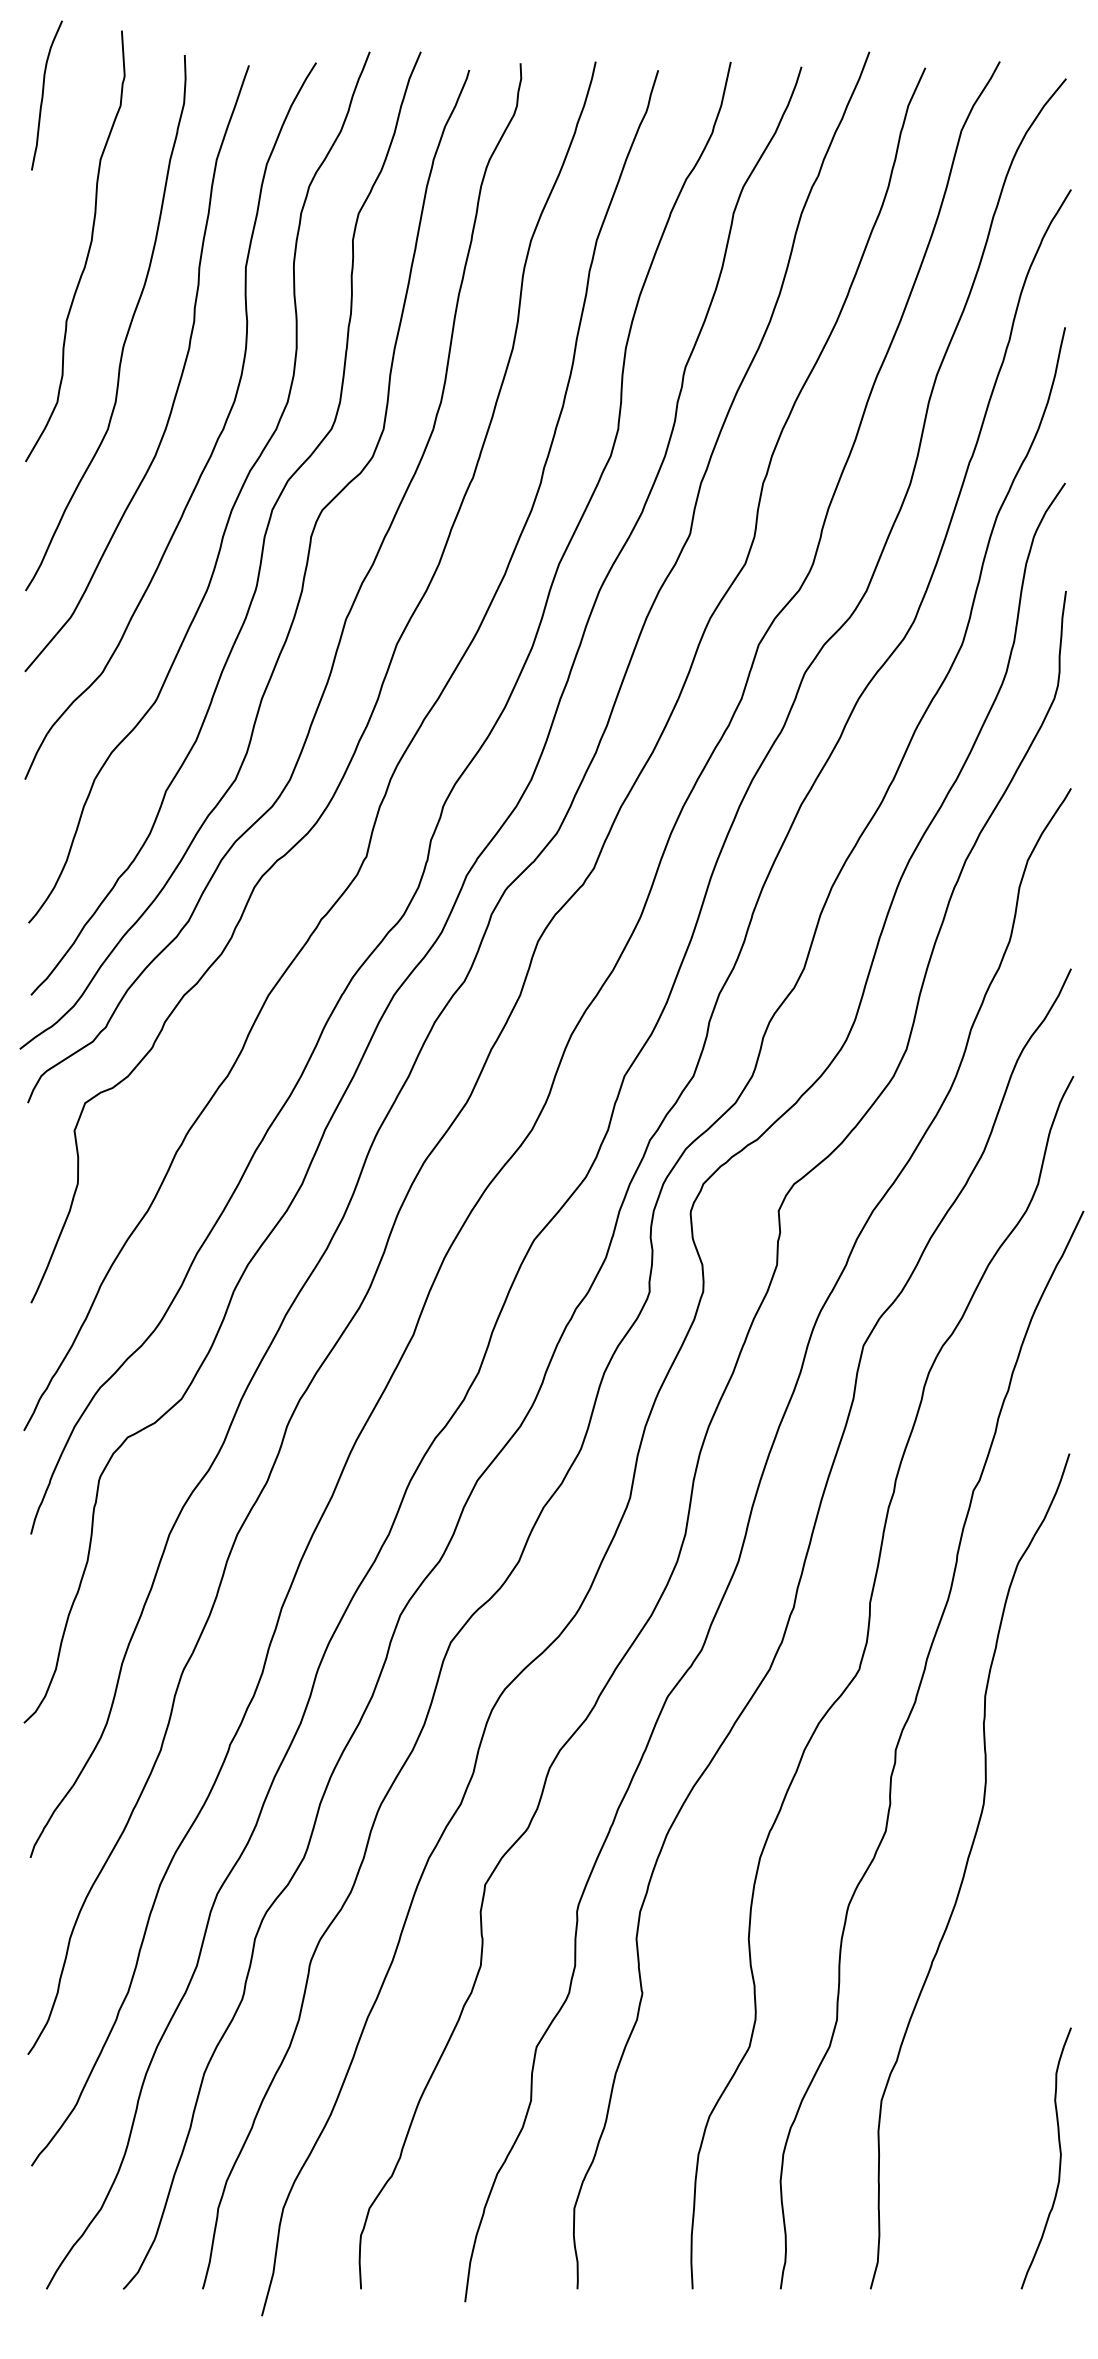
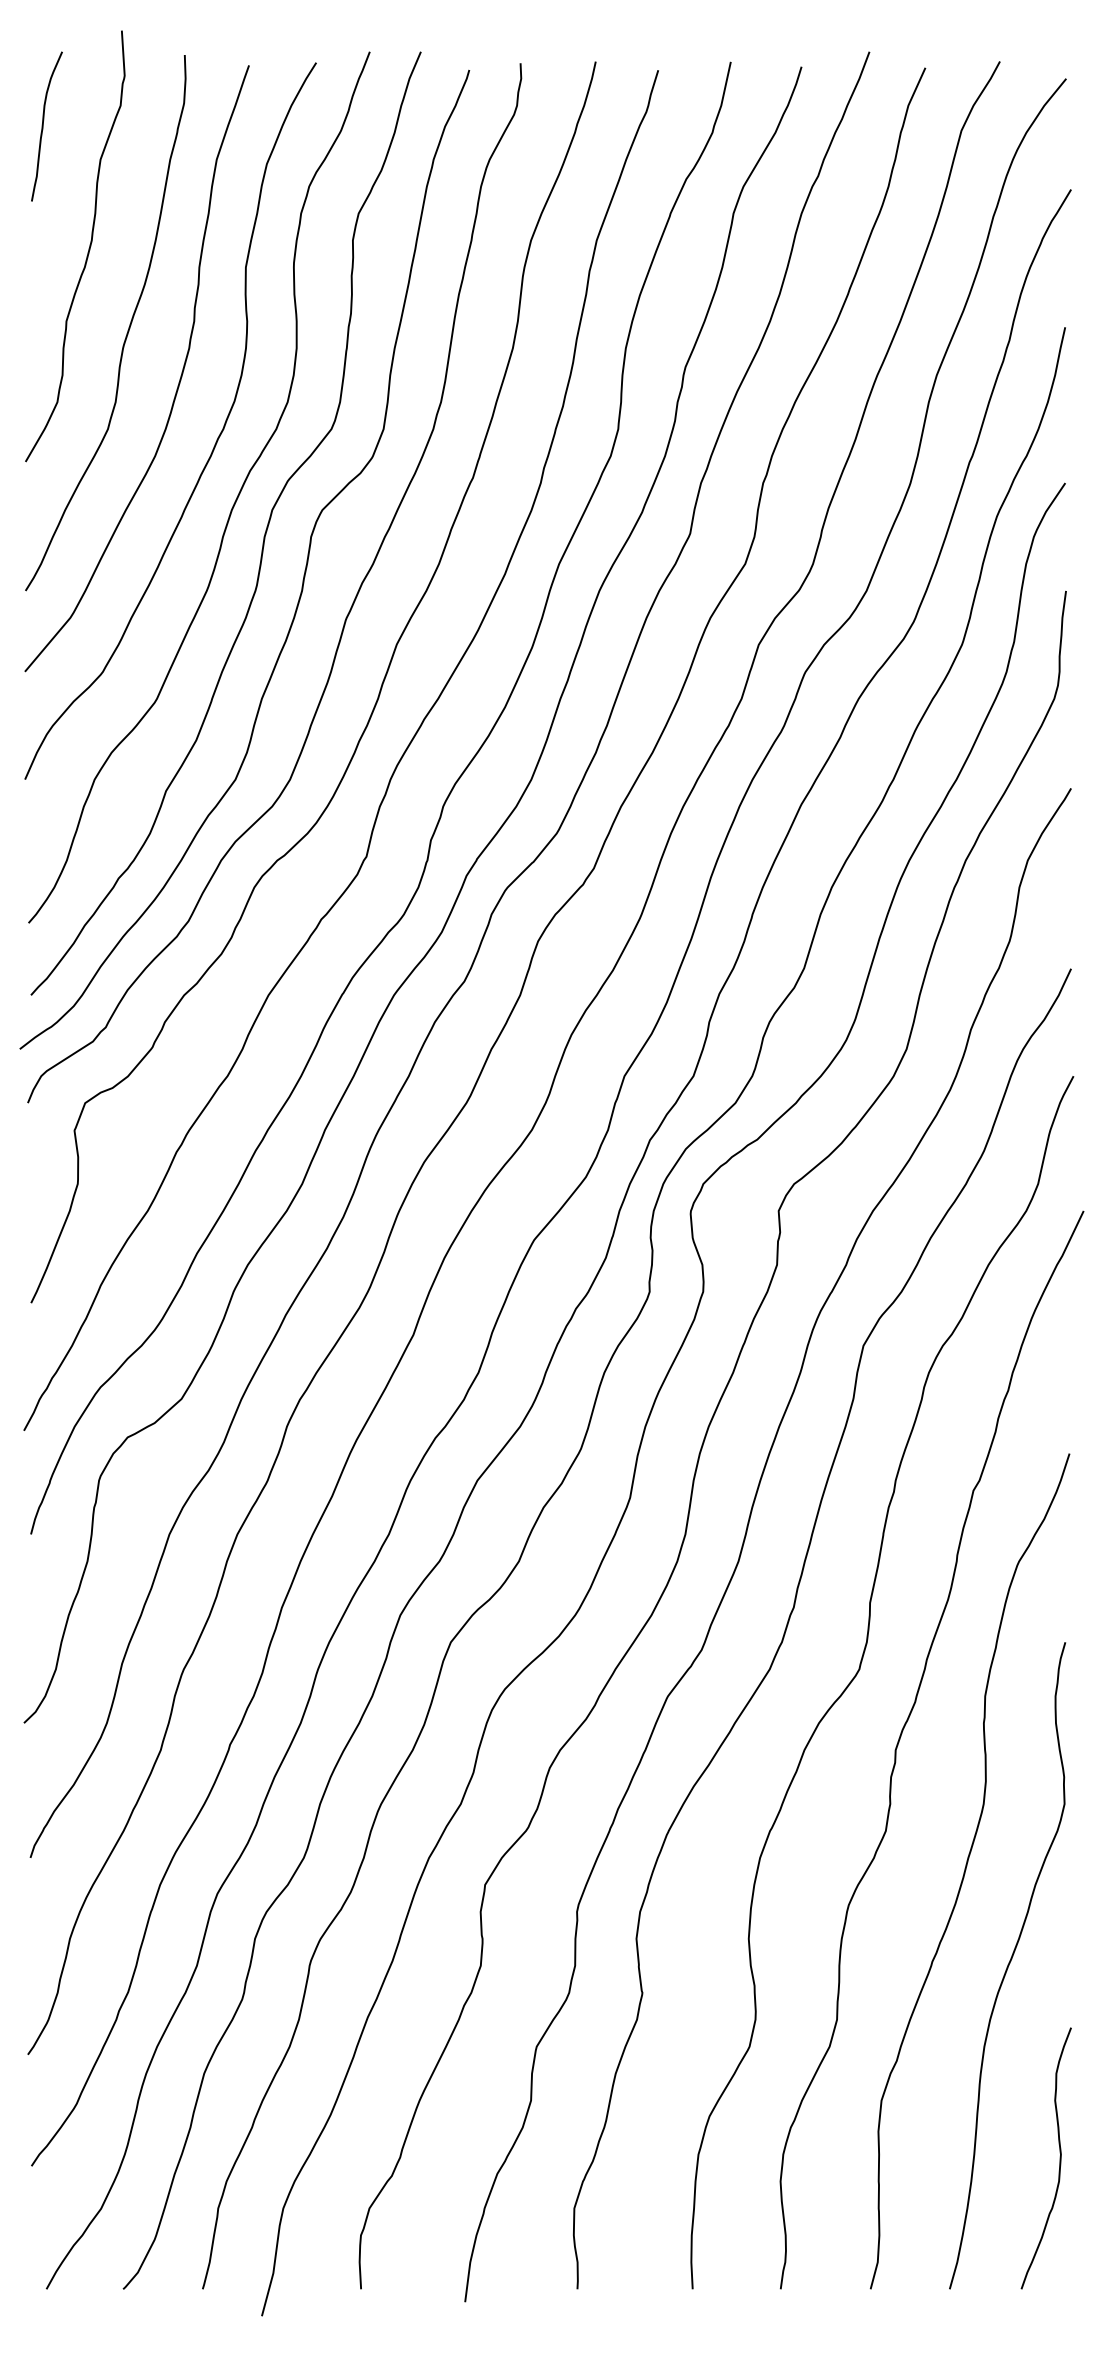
curve at (43, 95) position: (43, 95) -> (43, 126)
curve at (1007, 1965): none -> present
